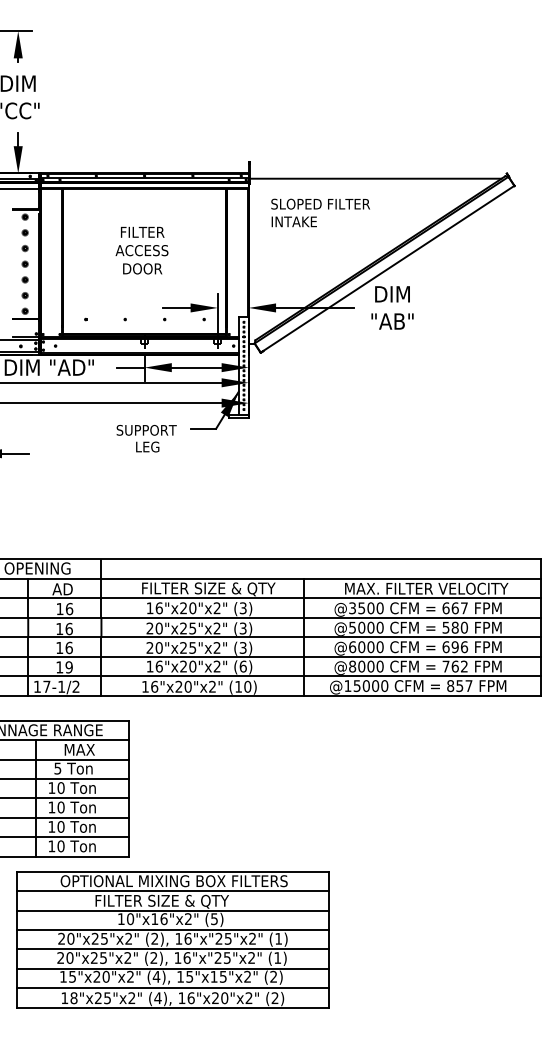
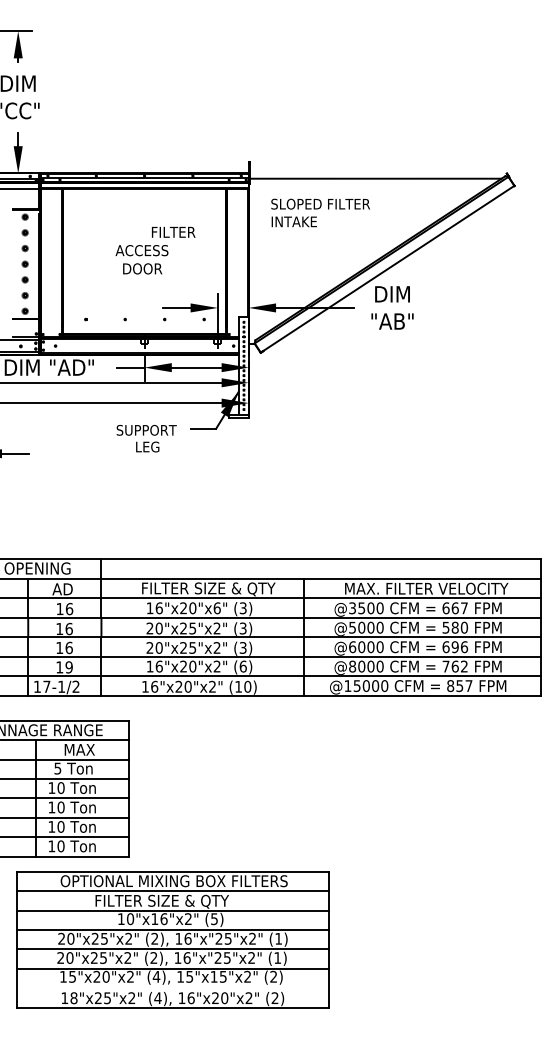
text at (142, 231) position: (142, 231) -> (173, 231)
text at (216, 608): 16"x20"x2" -> 16"x20"x6"
line at (173, 988): present -> none
